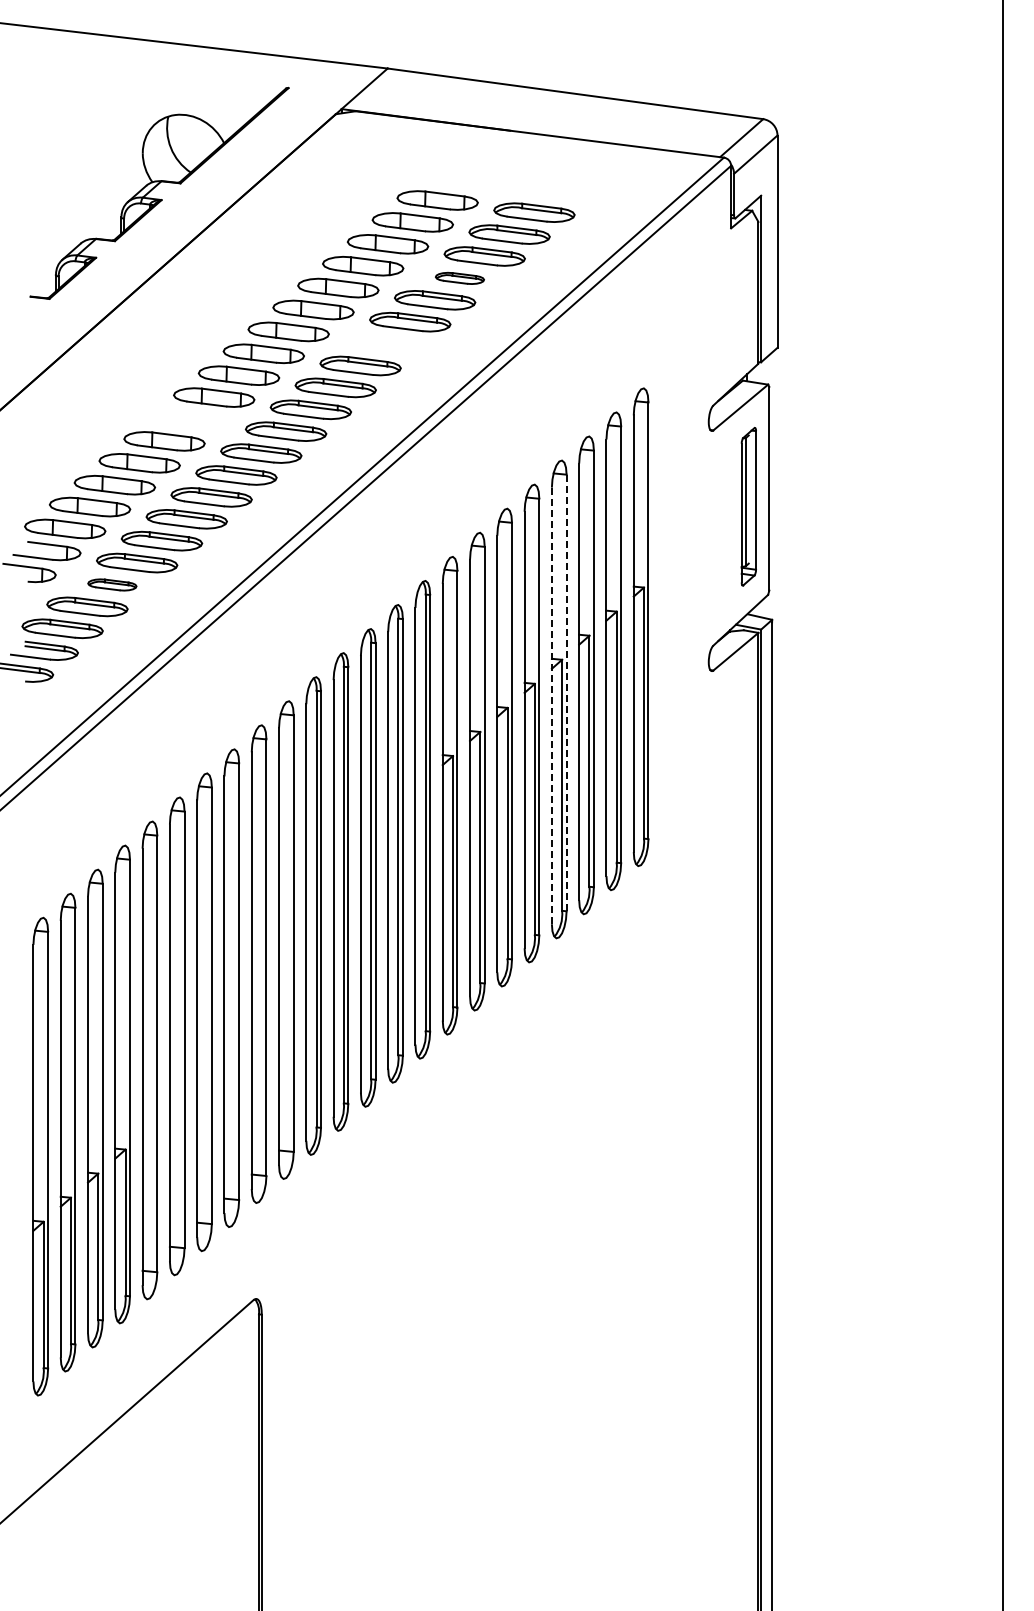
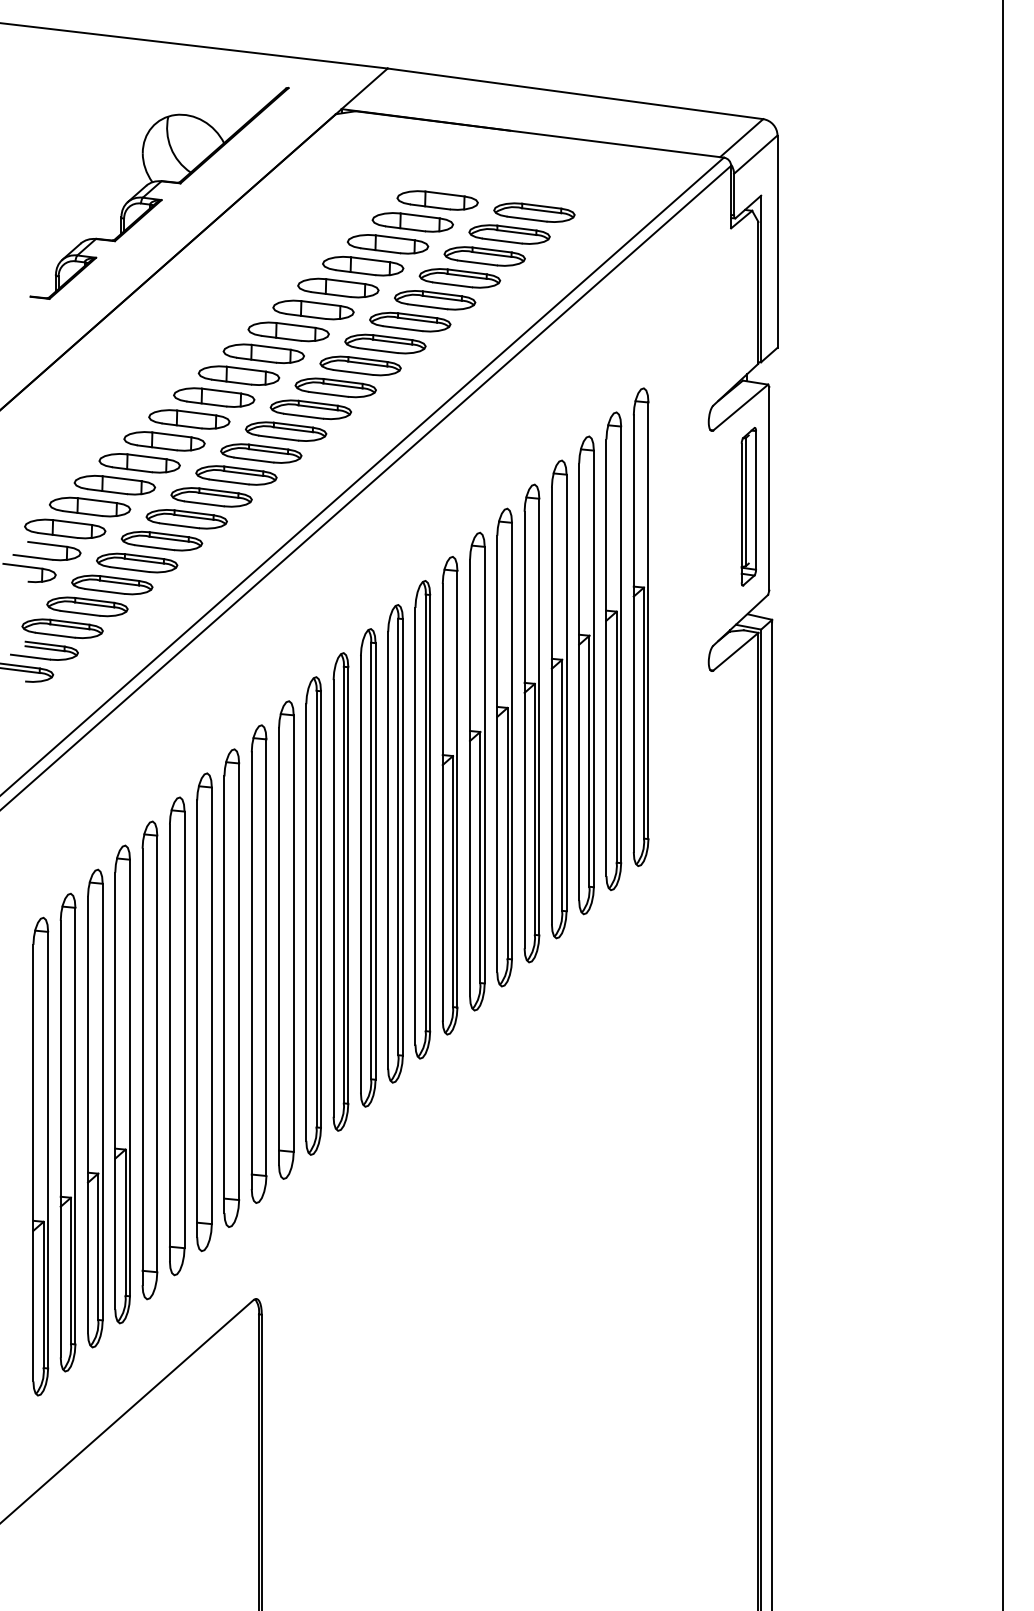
part at (459, 277) size: 50x14 px -> 84x21 px
part at (385, 343): none -> present
part at (189, 419): none -> present
part at (112, 584) size: 51x14 px -> 83x22 px
line at (566, 692): dashed -> solid
line at (551, 706): dashed -> solid
